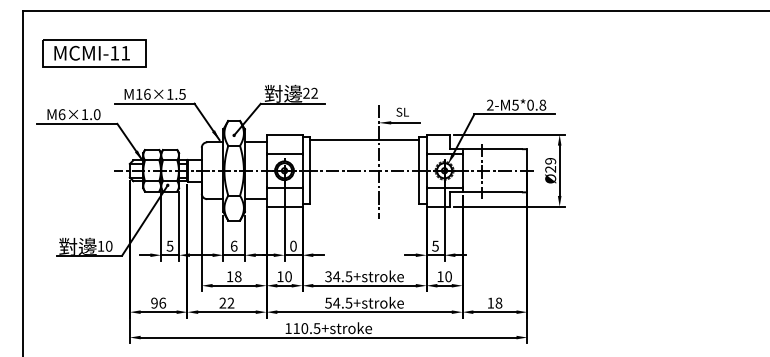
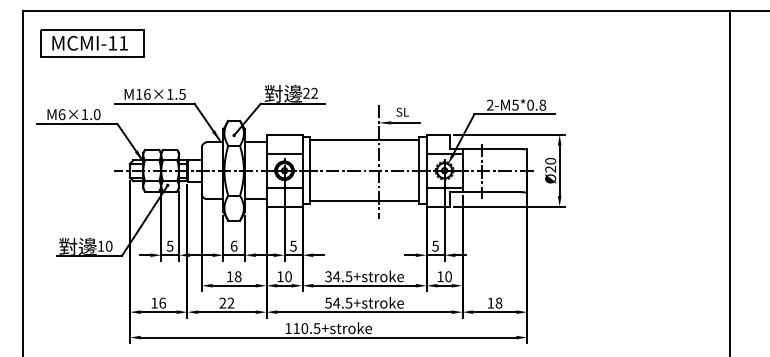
part at (94, 53) position: (94, 53) -> (92, 43)
text at (550, 160): Ø29 -> Ø20
line at (729, 181): none -> present
line at (364, 201): none -> present
text at (293, 245): 0 -> 5
text at (154, 302): 96 -> 16
